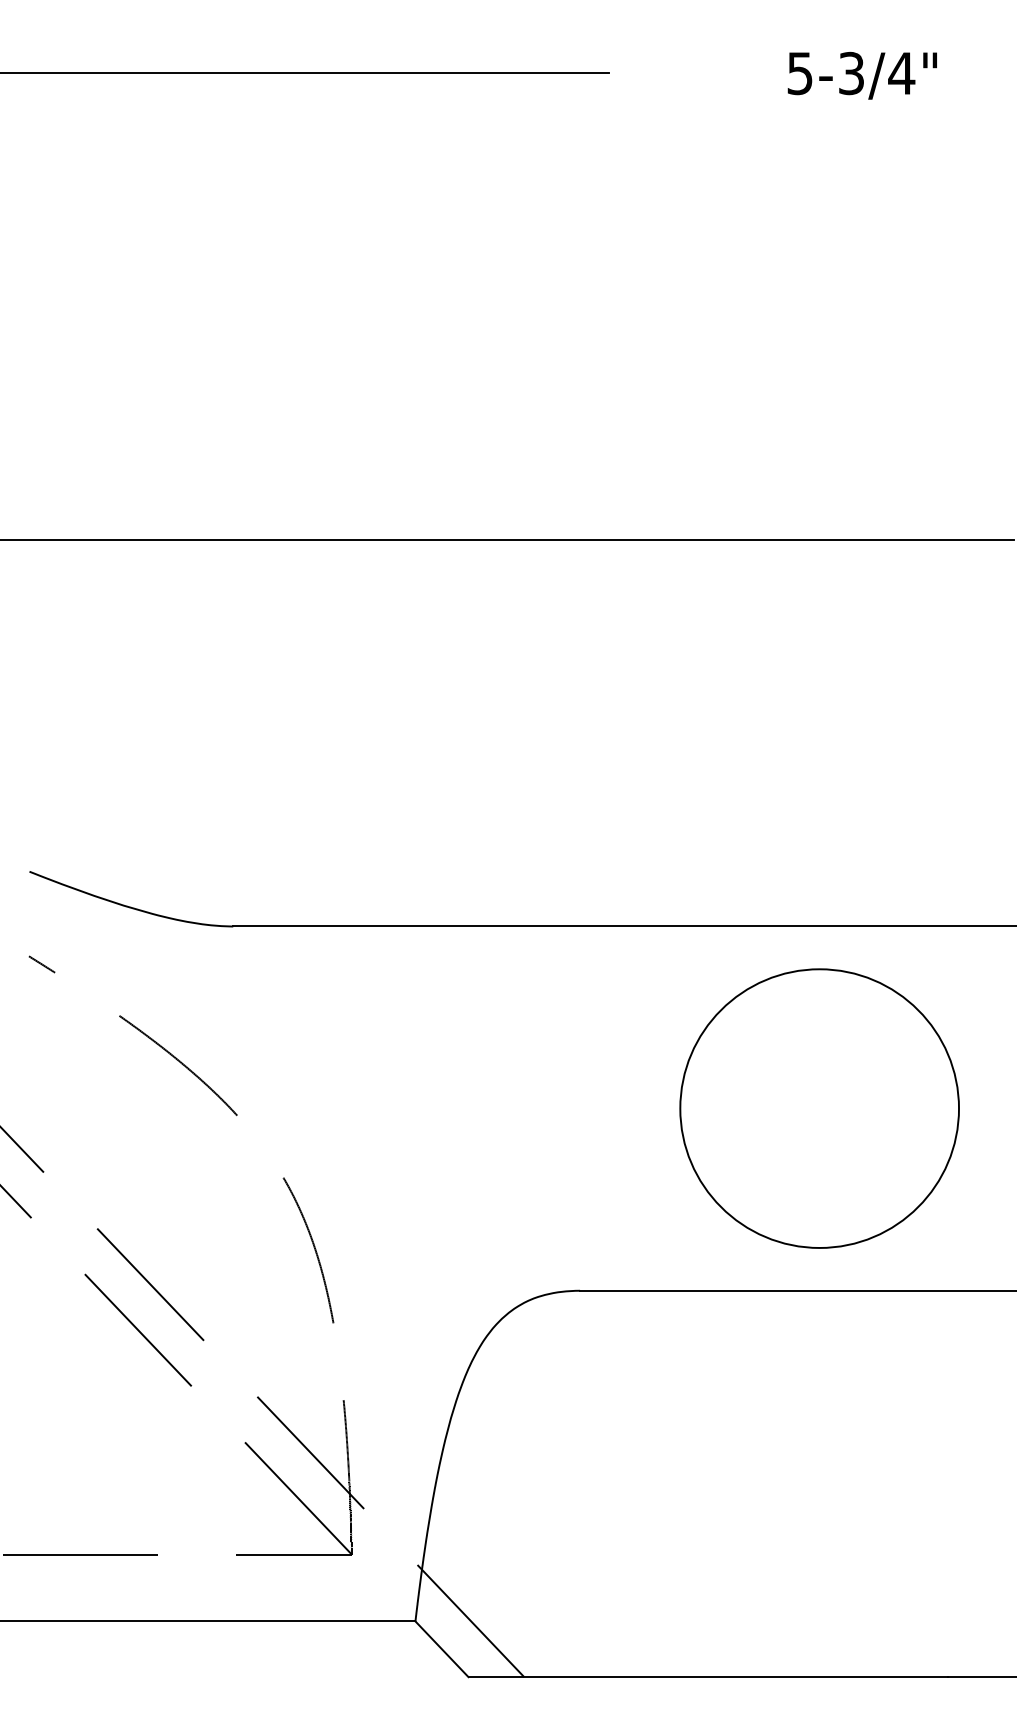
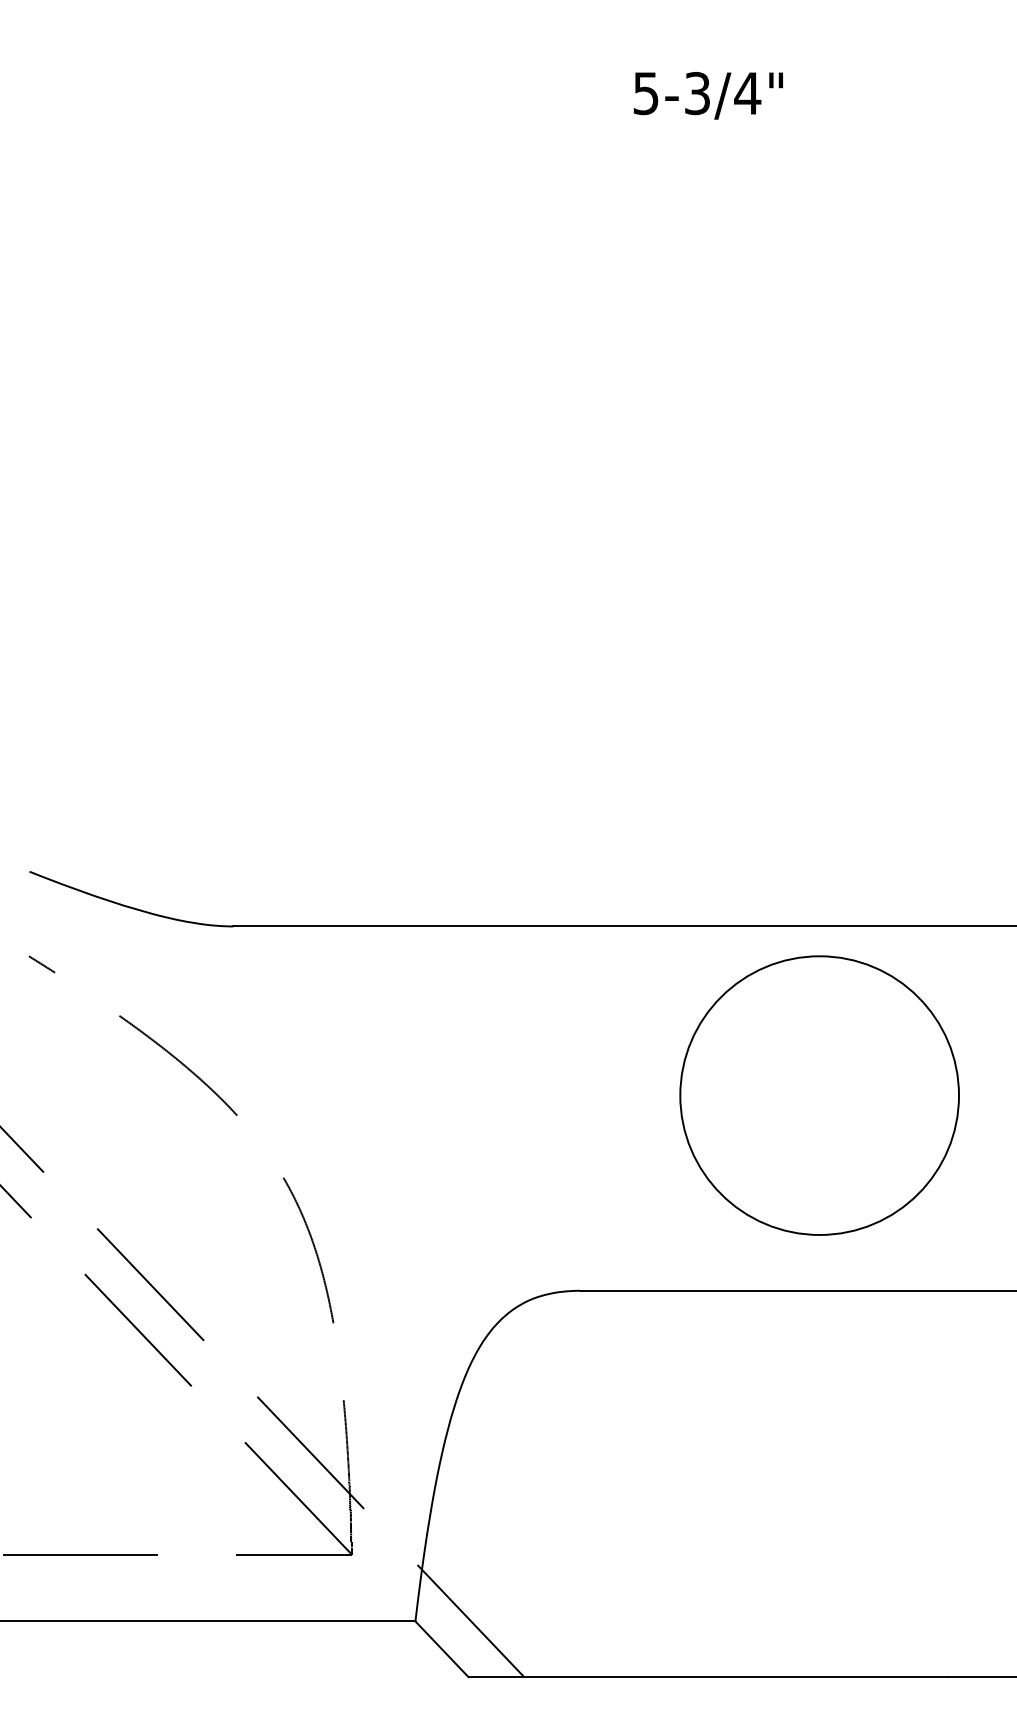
line at (305, 73): present -> none
text at (861, 75) position: (861, 75) -> (707, 95)
line at (507, 540): present -> none
circle at (819, 1108) position: (819, 1108) -> (819, 1095)
